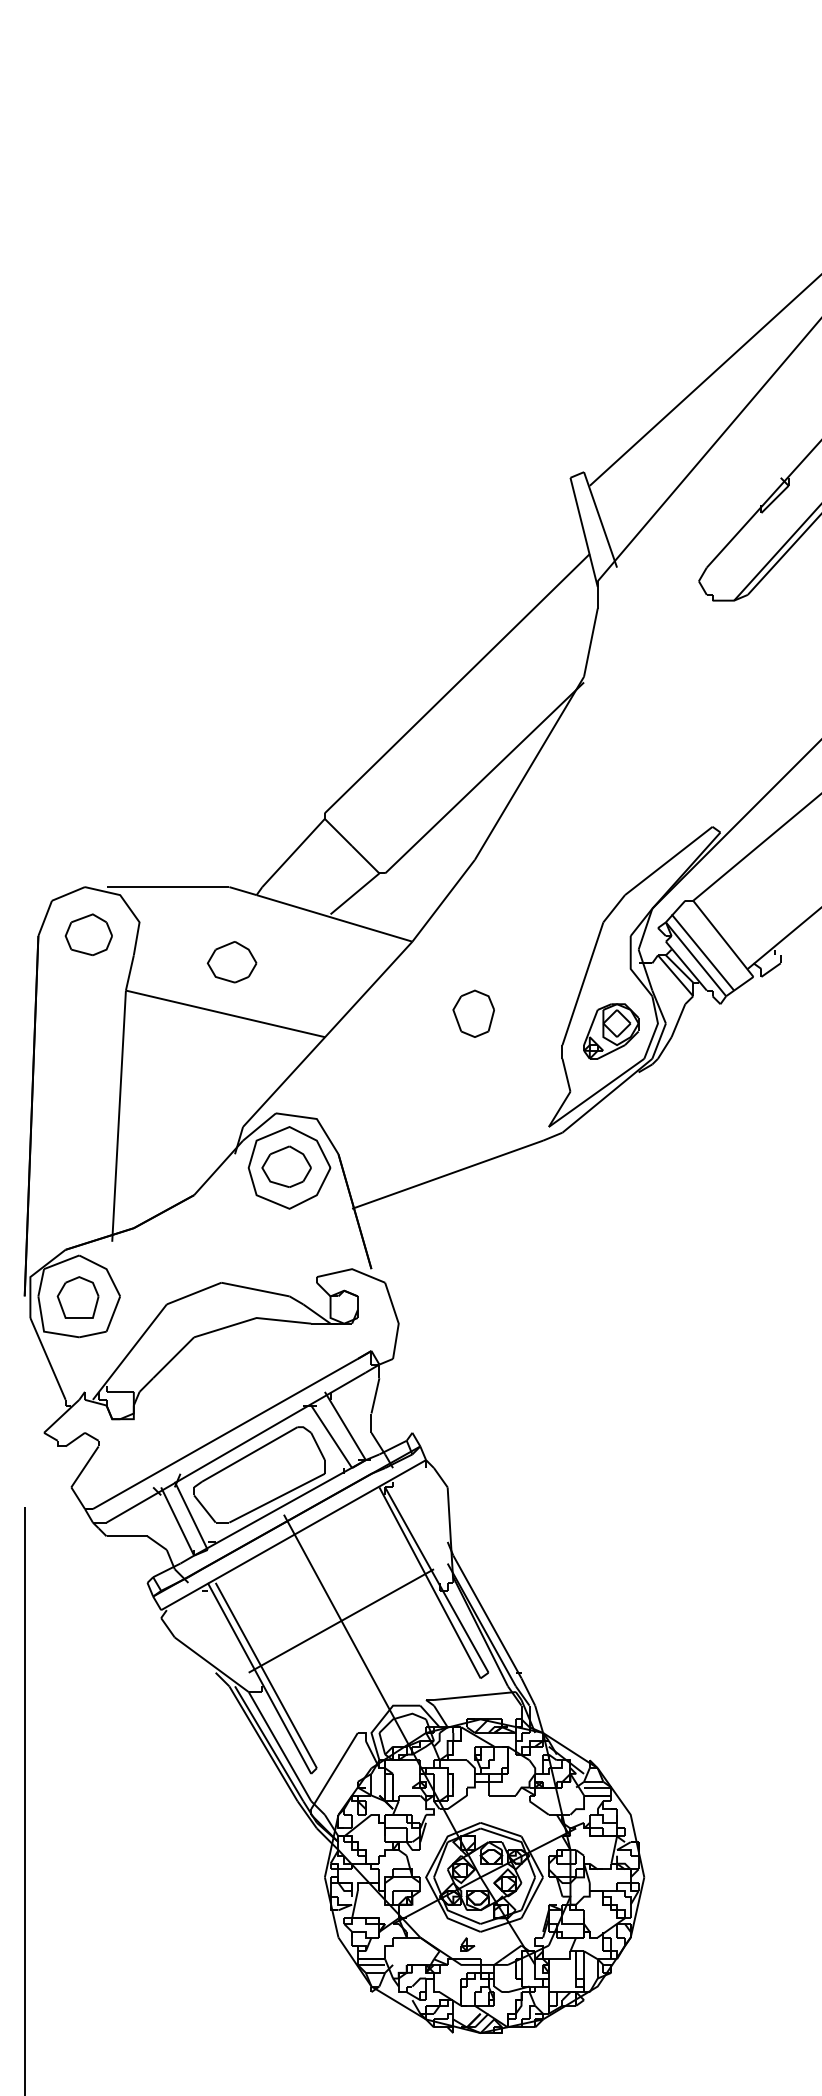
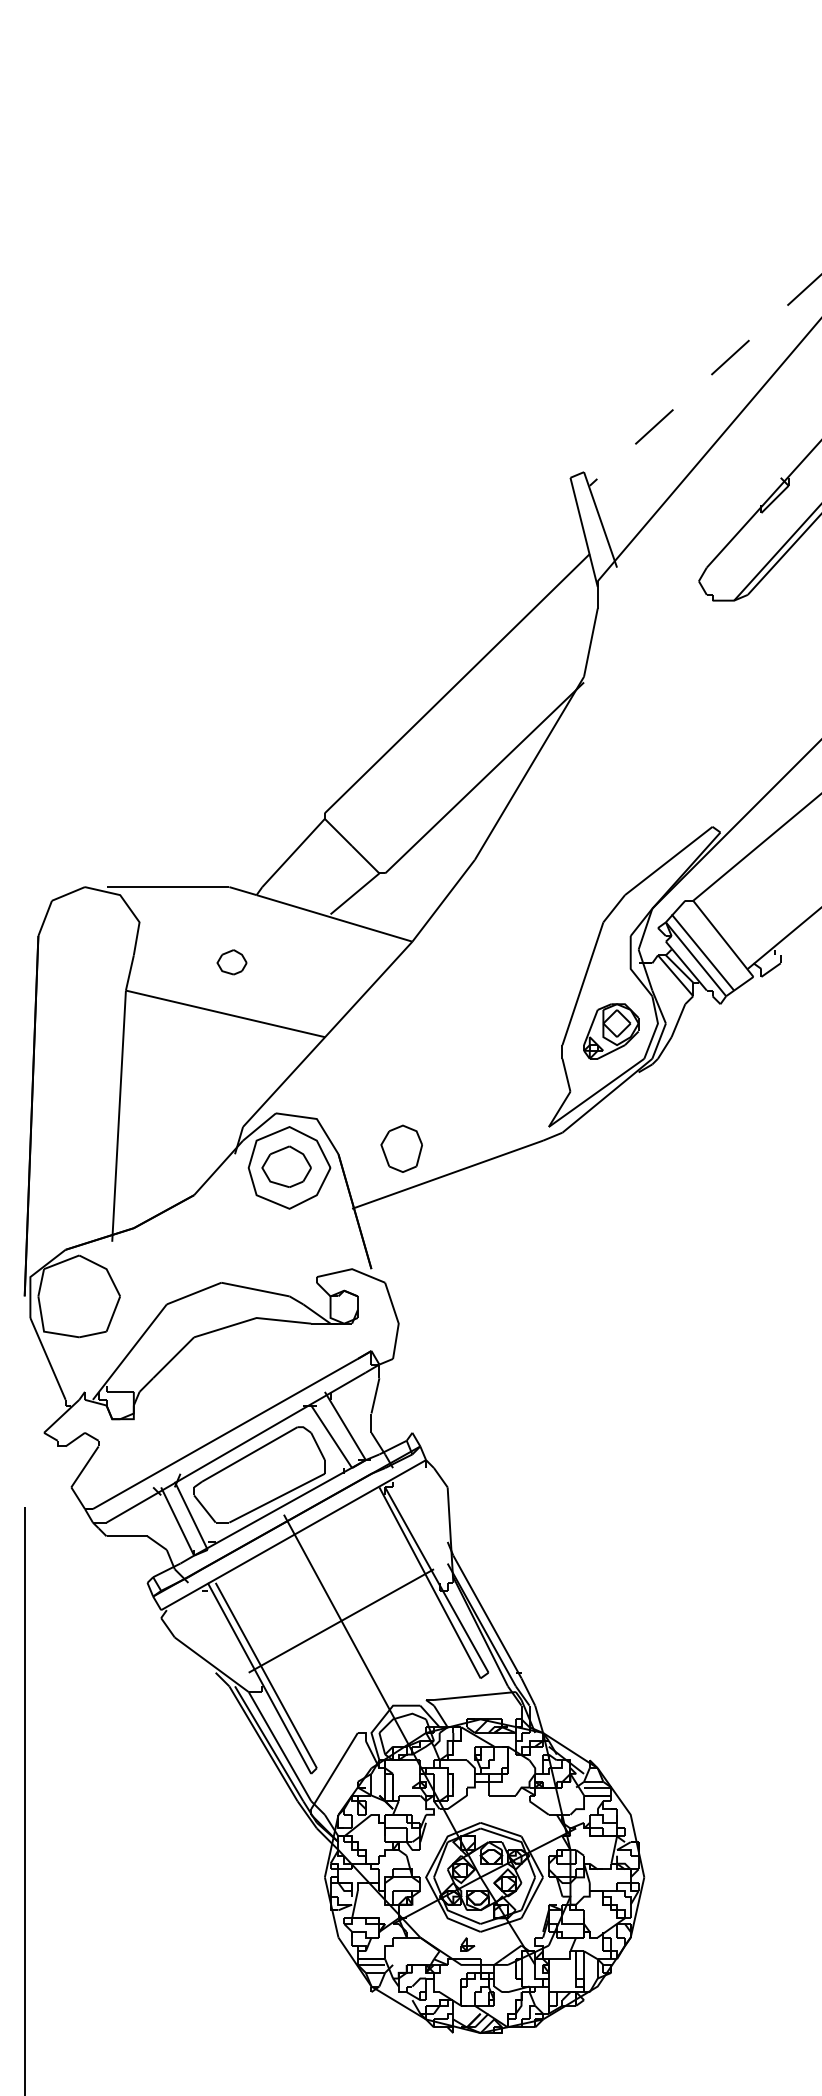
line at (705, 380): solid -> dashed
part at (88, 934): present -> none
part at (231, 962) size: 52x43 px -> 32x27 px
part at (473, 1013) position: (473, 1013) -> (401, 1148)
part at (77, 1297): present -> none
